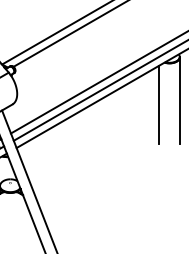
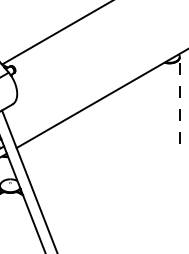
line at (69, 34): present -> none
line at (97, 82): present -> none
line at (99, 90): present -> none
line at (179, 100): solid -> dashed
line at (159, 104): present -> none
